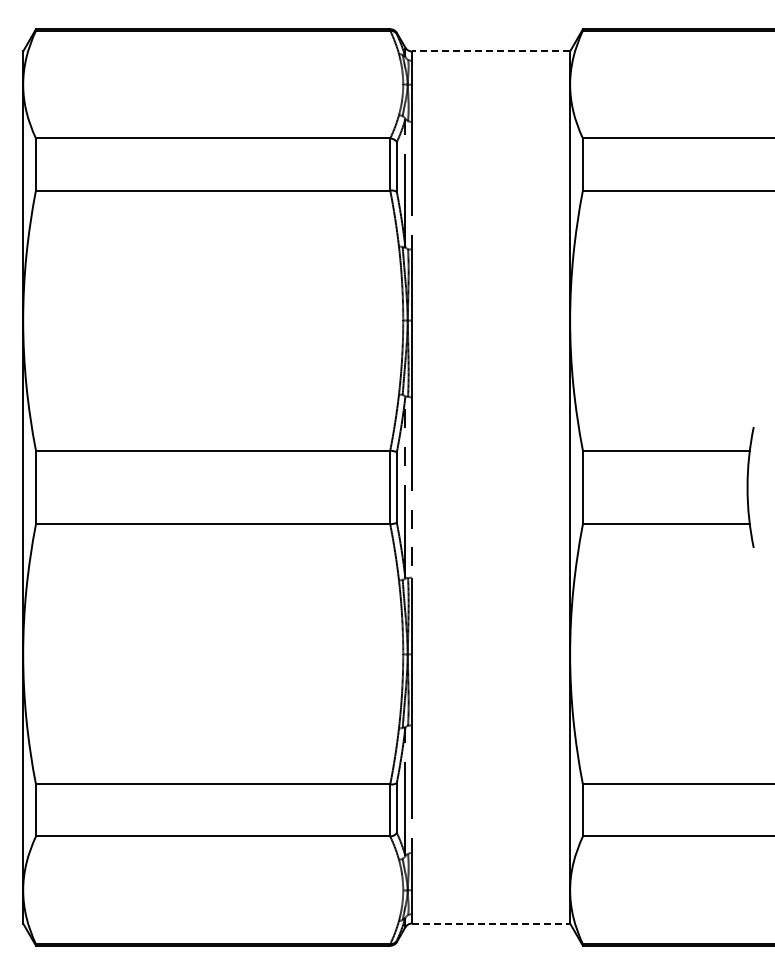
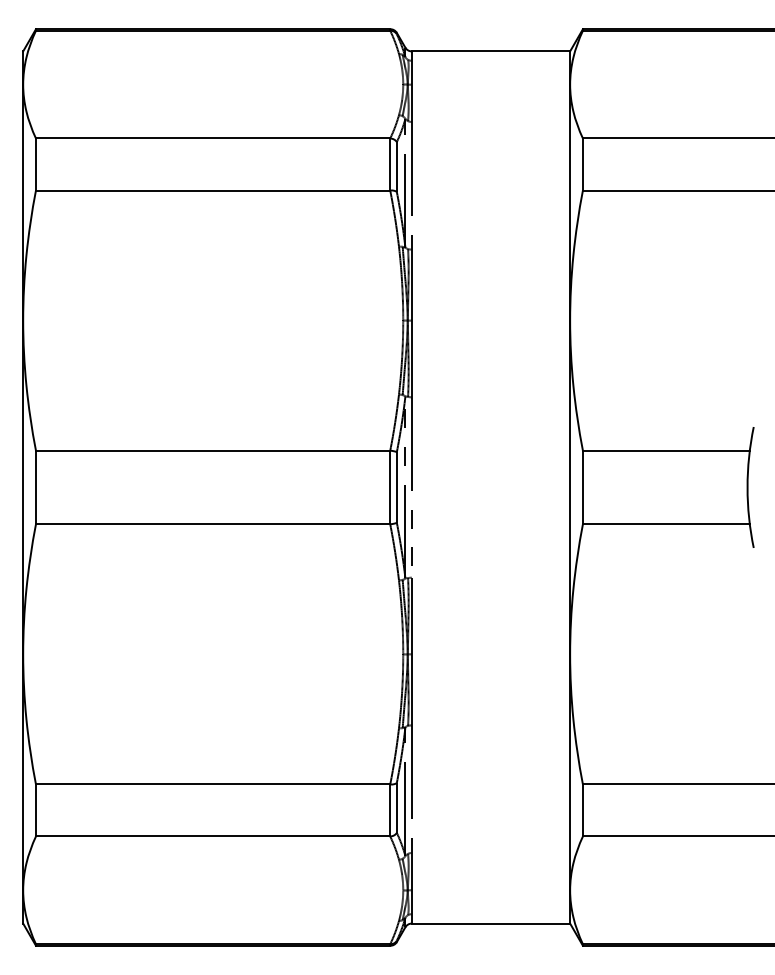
line at (490, 51): dashed -> solid
line at (491, 923): dashed -> solid
